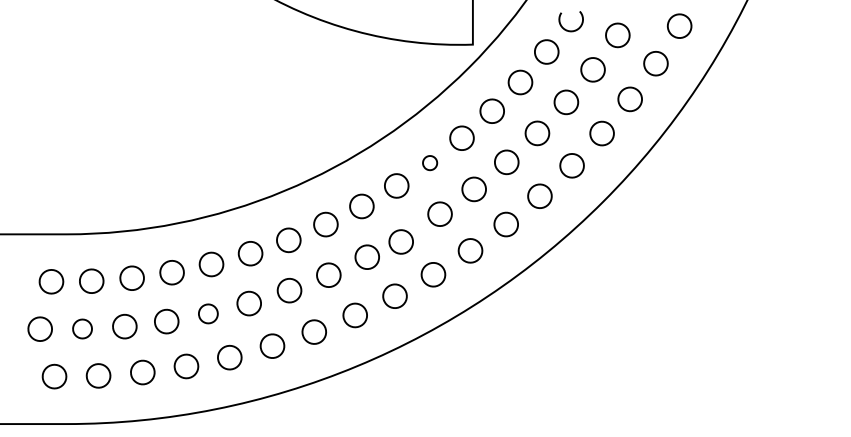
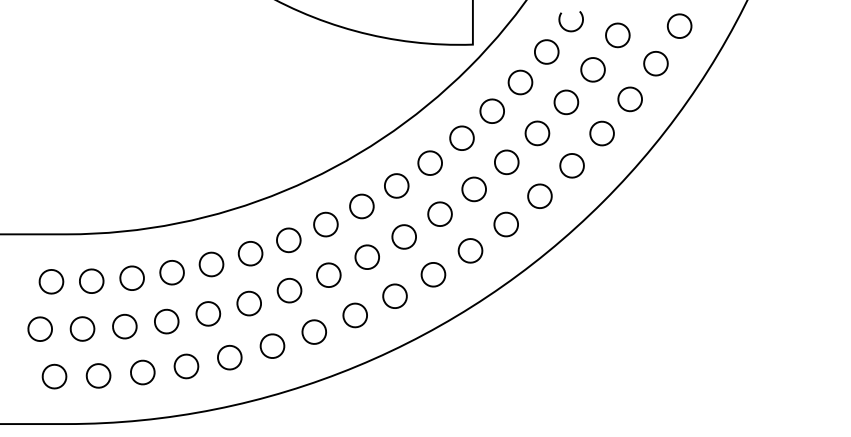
part at (430, 163) size: 17x17 px -> 26x26 px
part at (400, 241) position: (400, 241) -> (403, 236)
part at (208, 313) size: 21x22 px -> 27x26 px
part at (82, 328) size: 21x22 px -> 27x26 px
